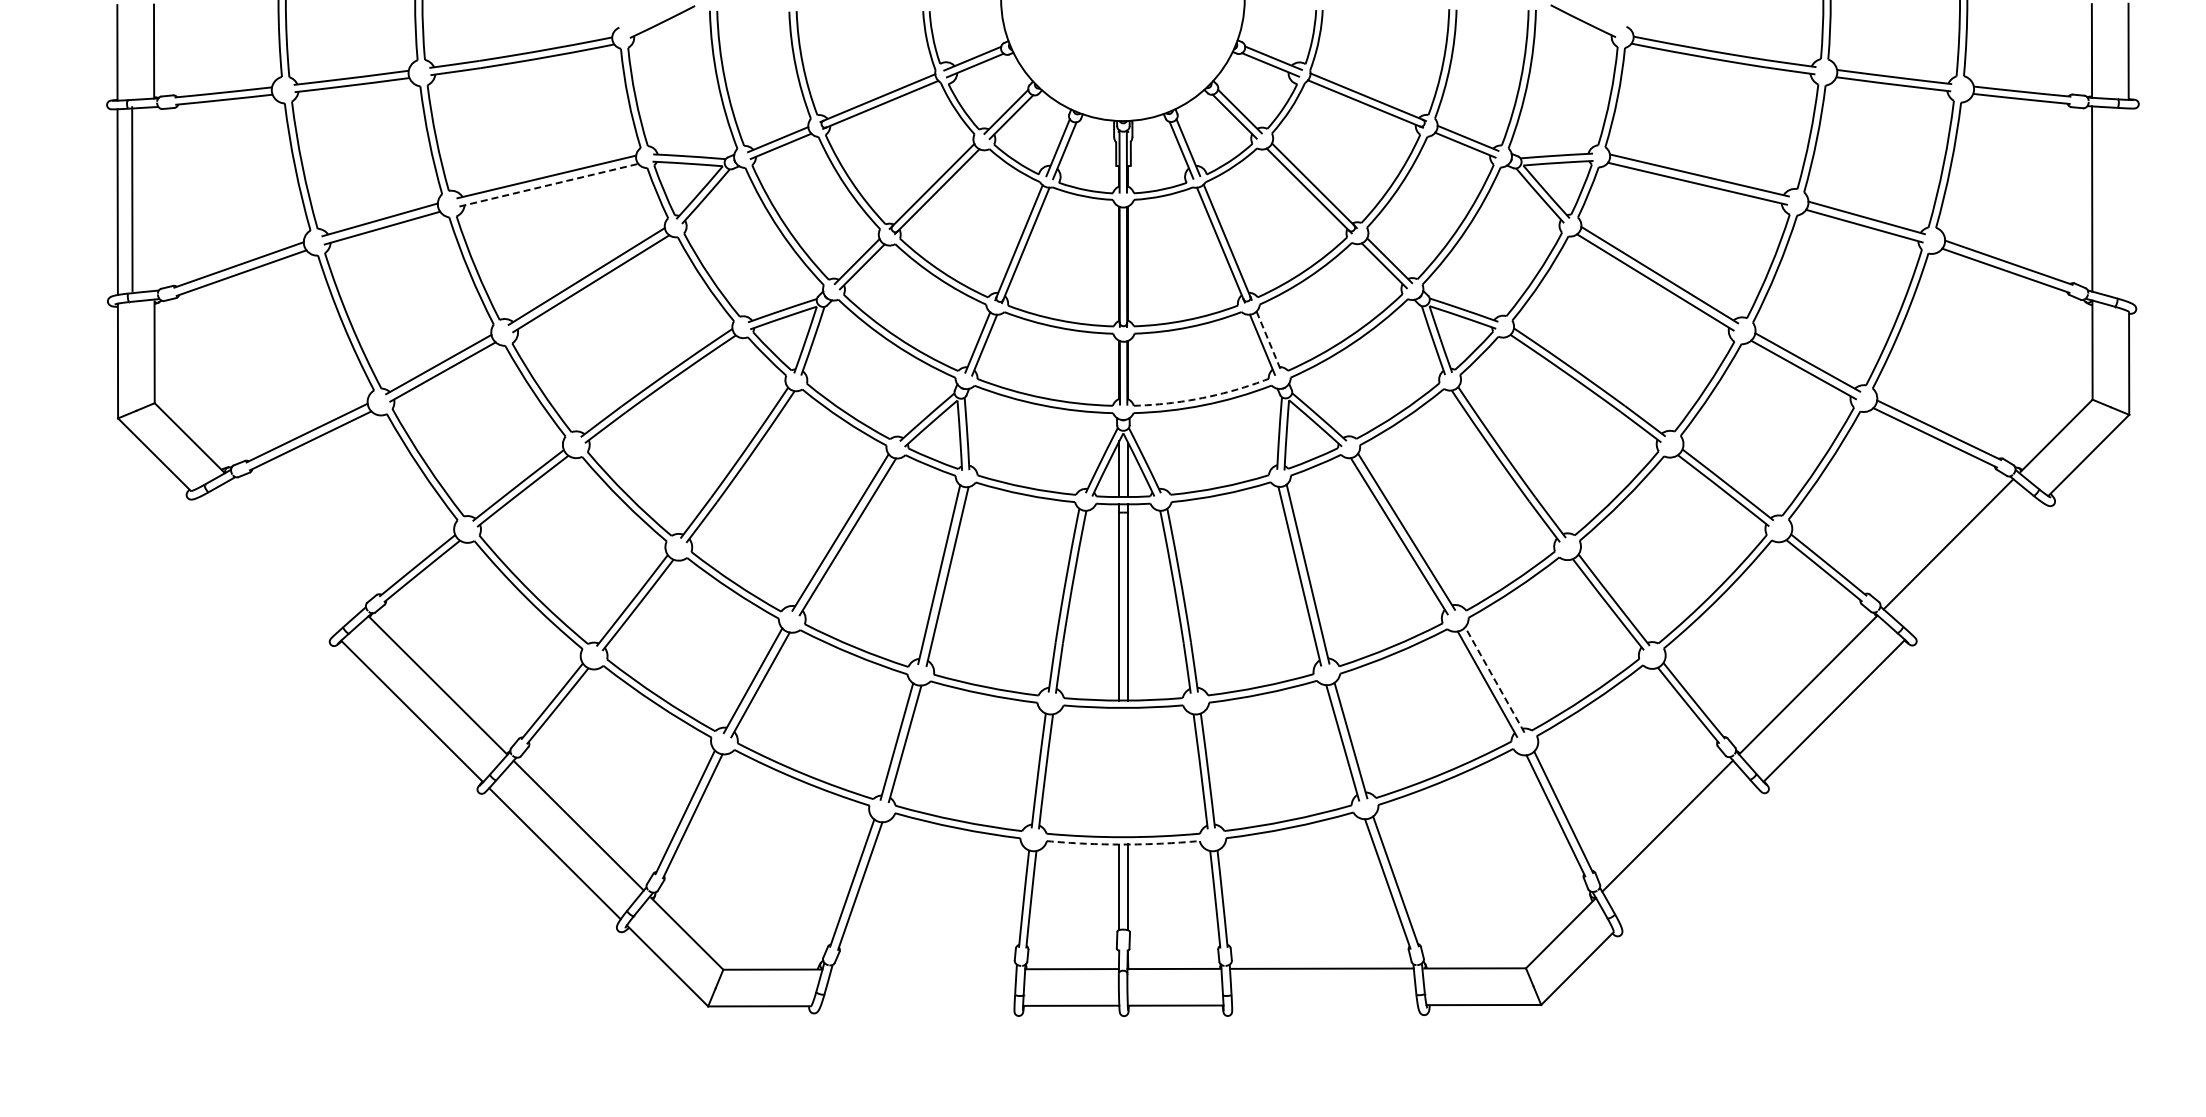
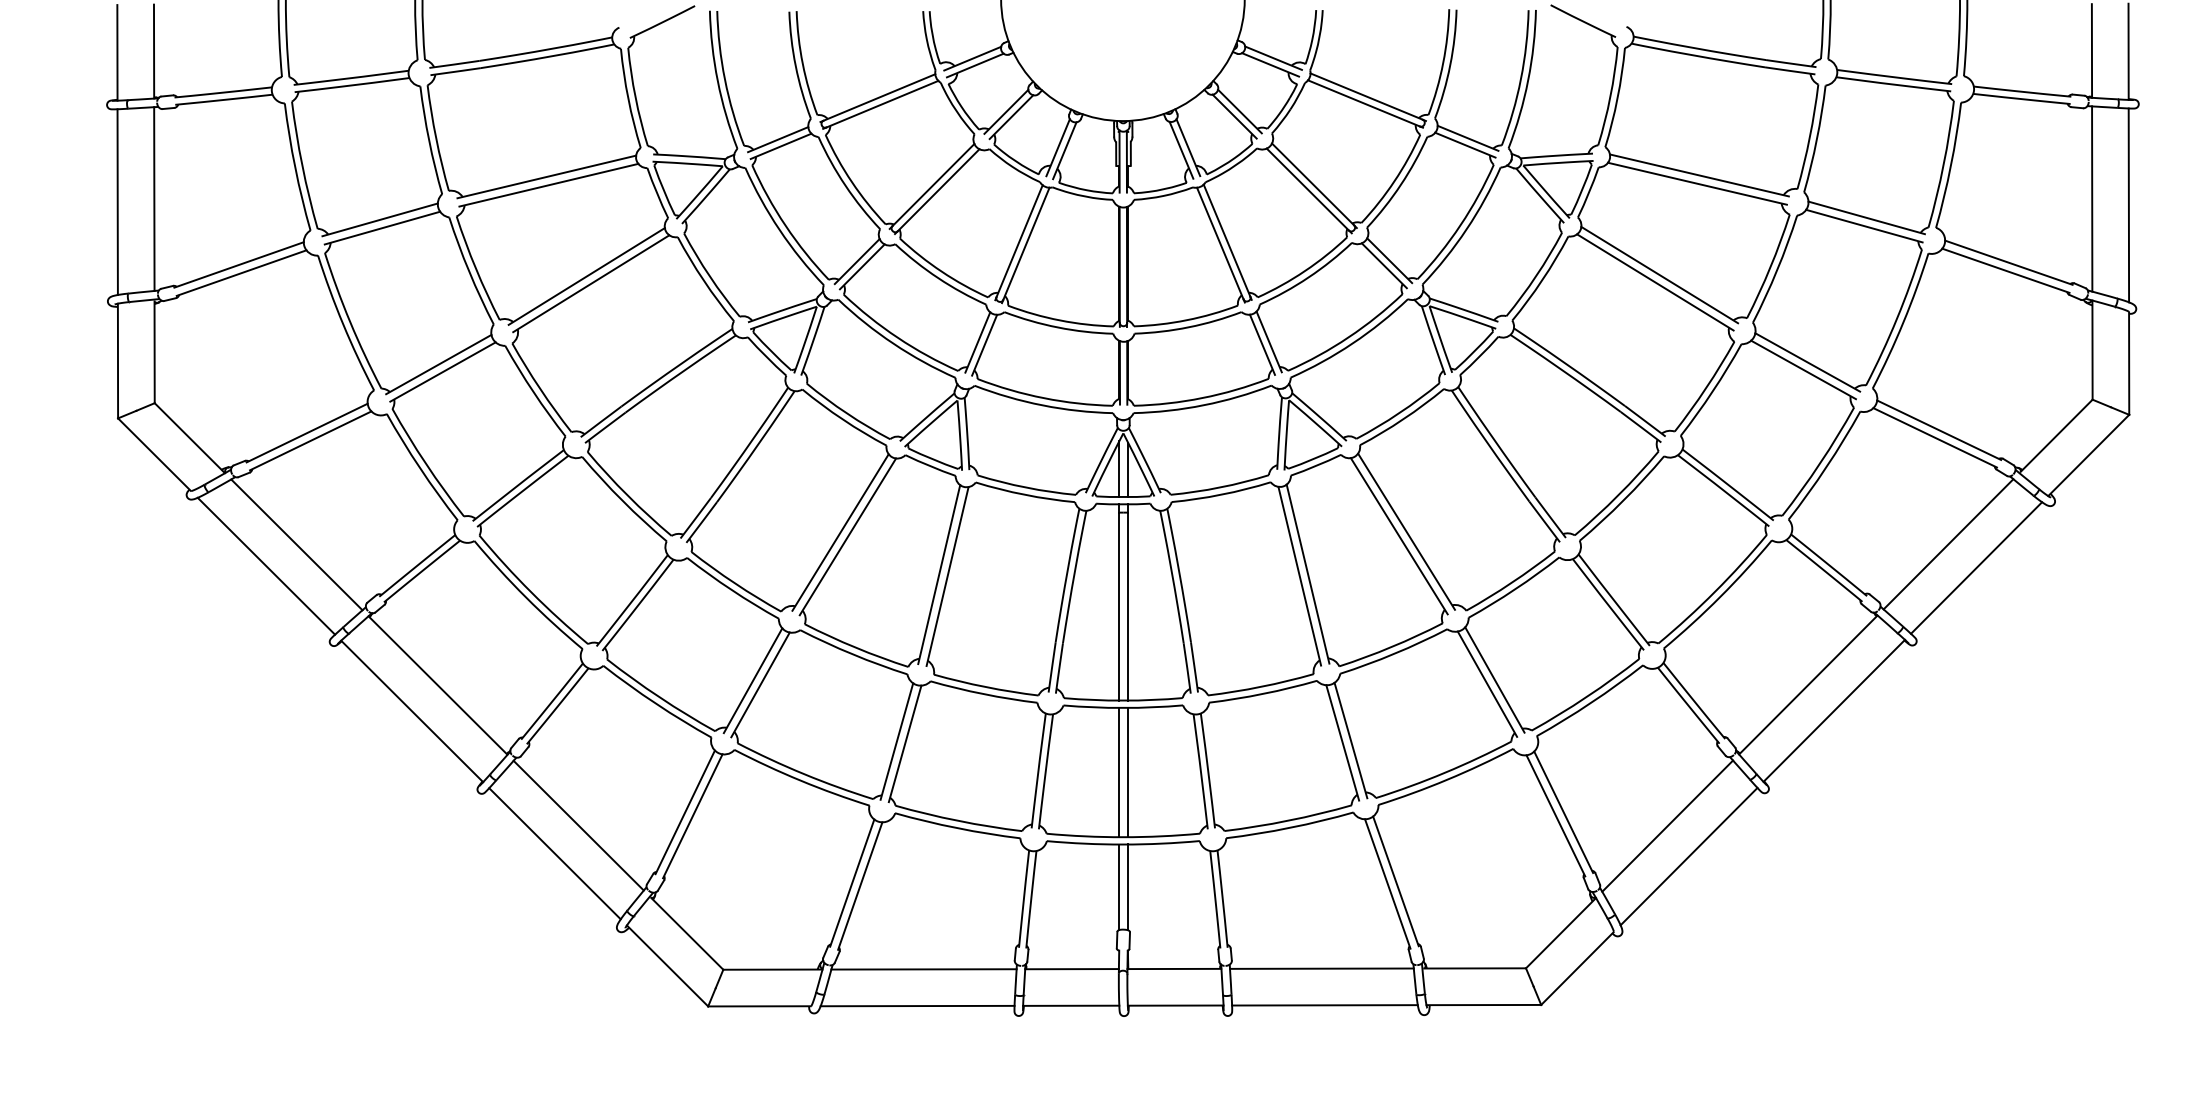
line at (548, 185): dashed -> solid
line at (132, 198) position: (132, 198) -> (154, 198)
line at (2128, 205): none -> present
line at (1269, 341): dashed -> solid
arc at (1202, 398): dashed -> solid
line at (296, 544): none -> present
line at (266, 565): none -> present
line at (1976, 567): none -> present
line at (1494, 679): dashed -> solid
line at (1119, 772): none -> present
line at (1128, 772): none -> present
arc at (1123, 844): dashed -> solid
line at (1688, 856): none -> present
line at (923, 969): none -> present
line at (917, 1005): none -> present
line at (1324, 1005): none -> present
